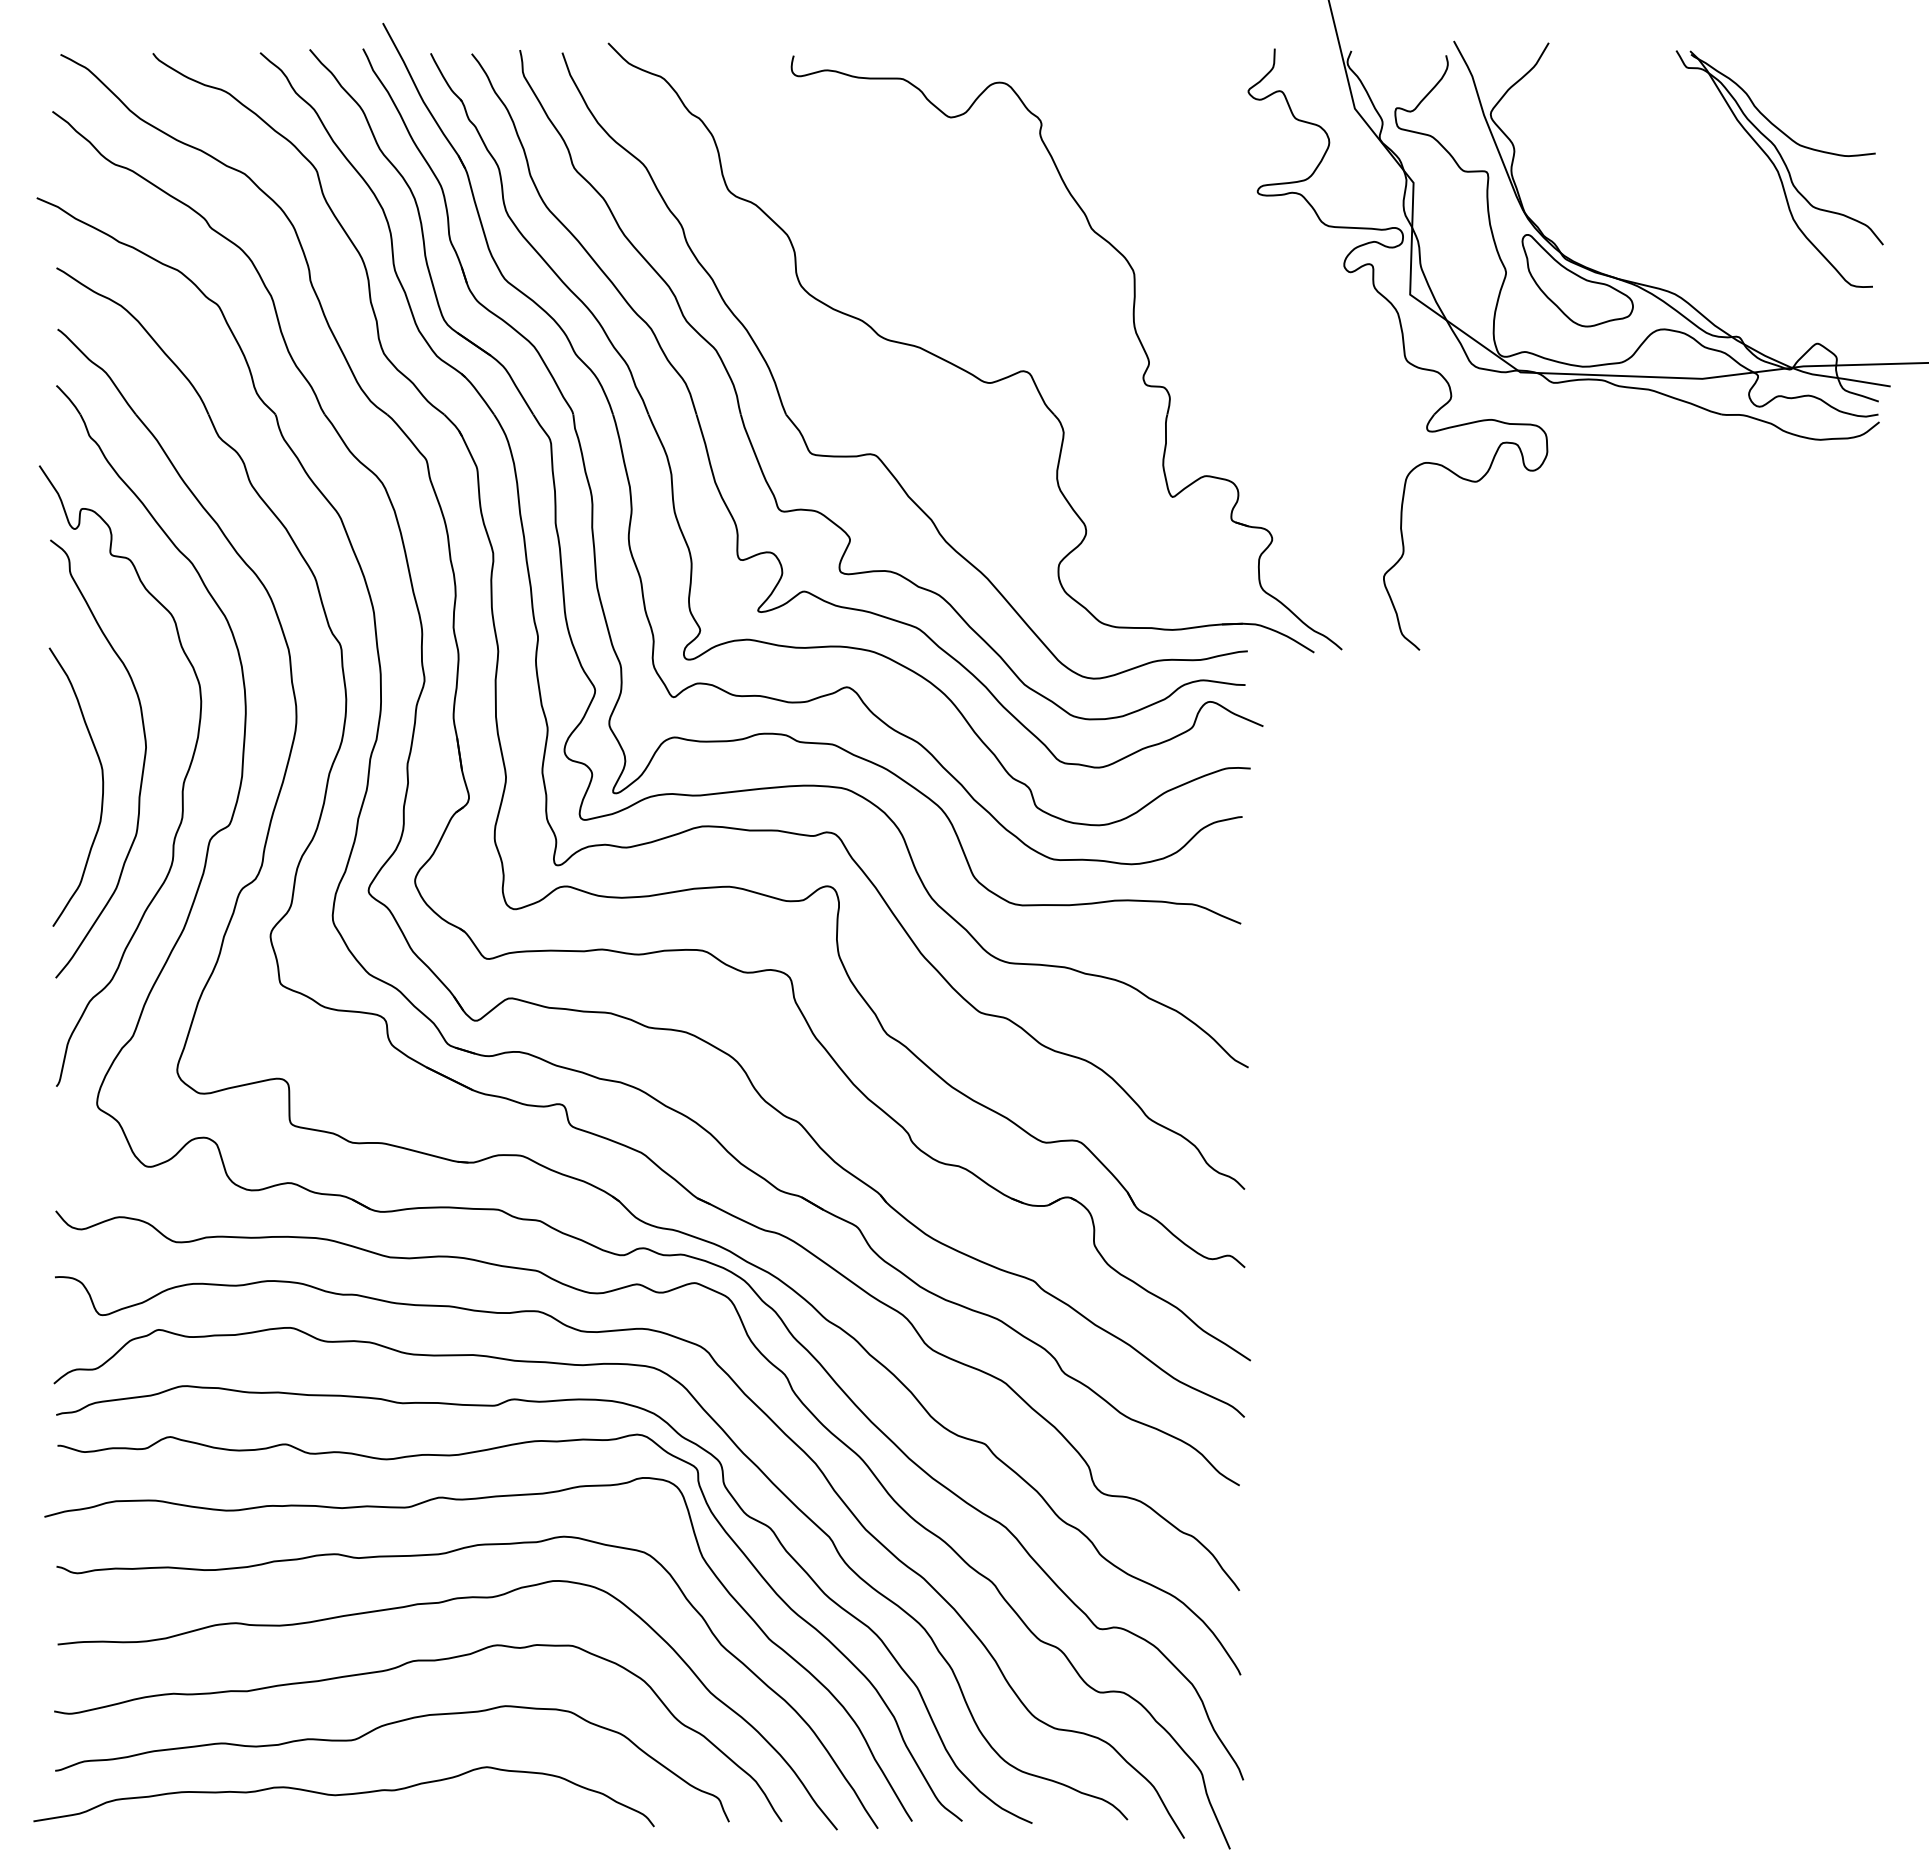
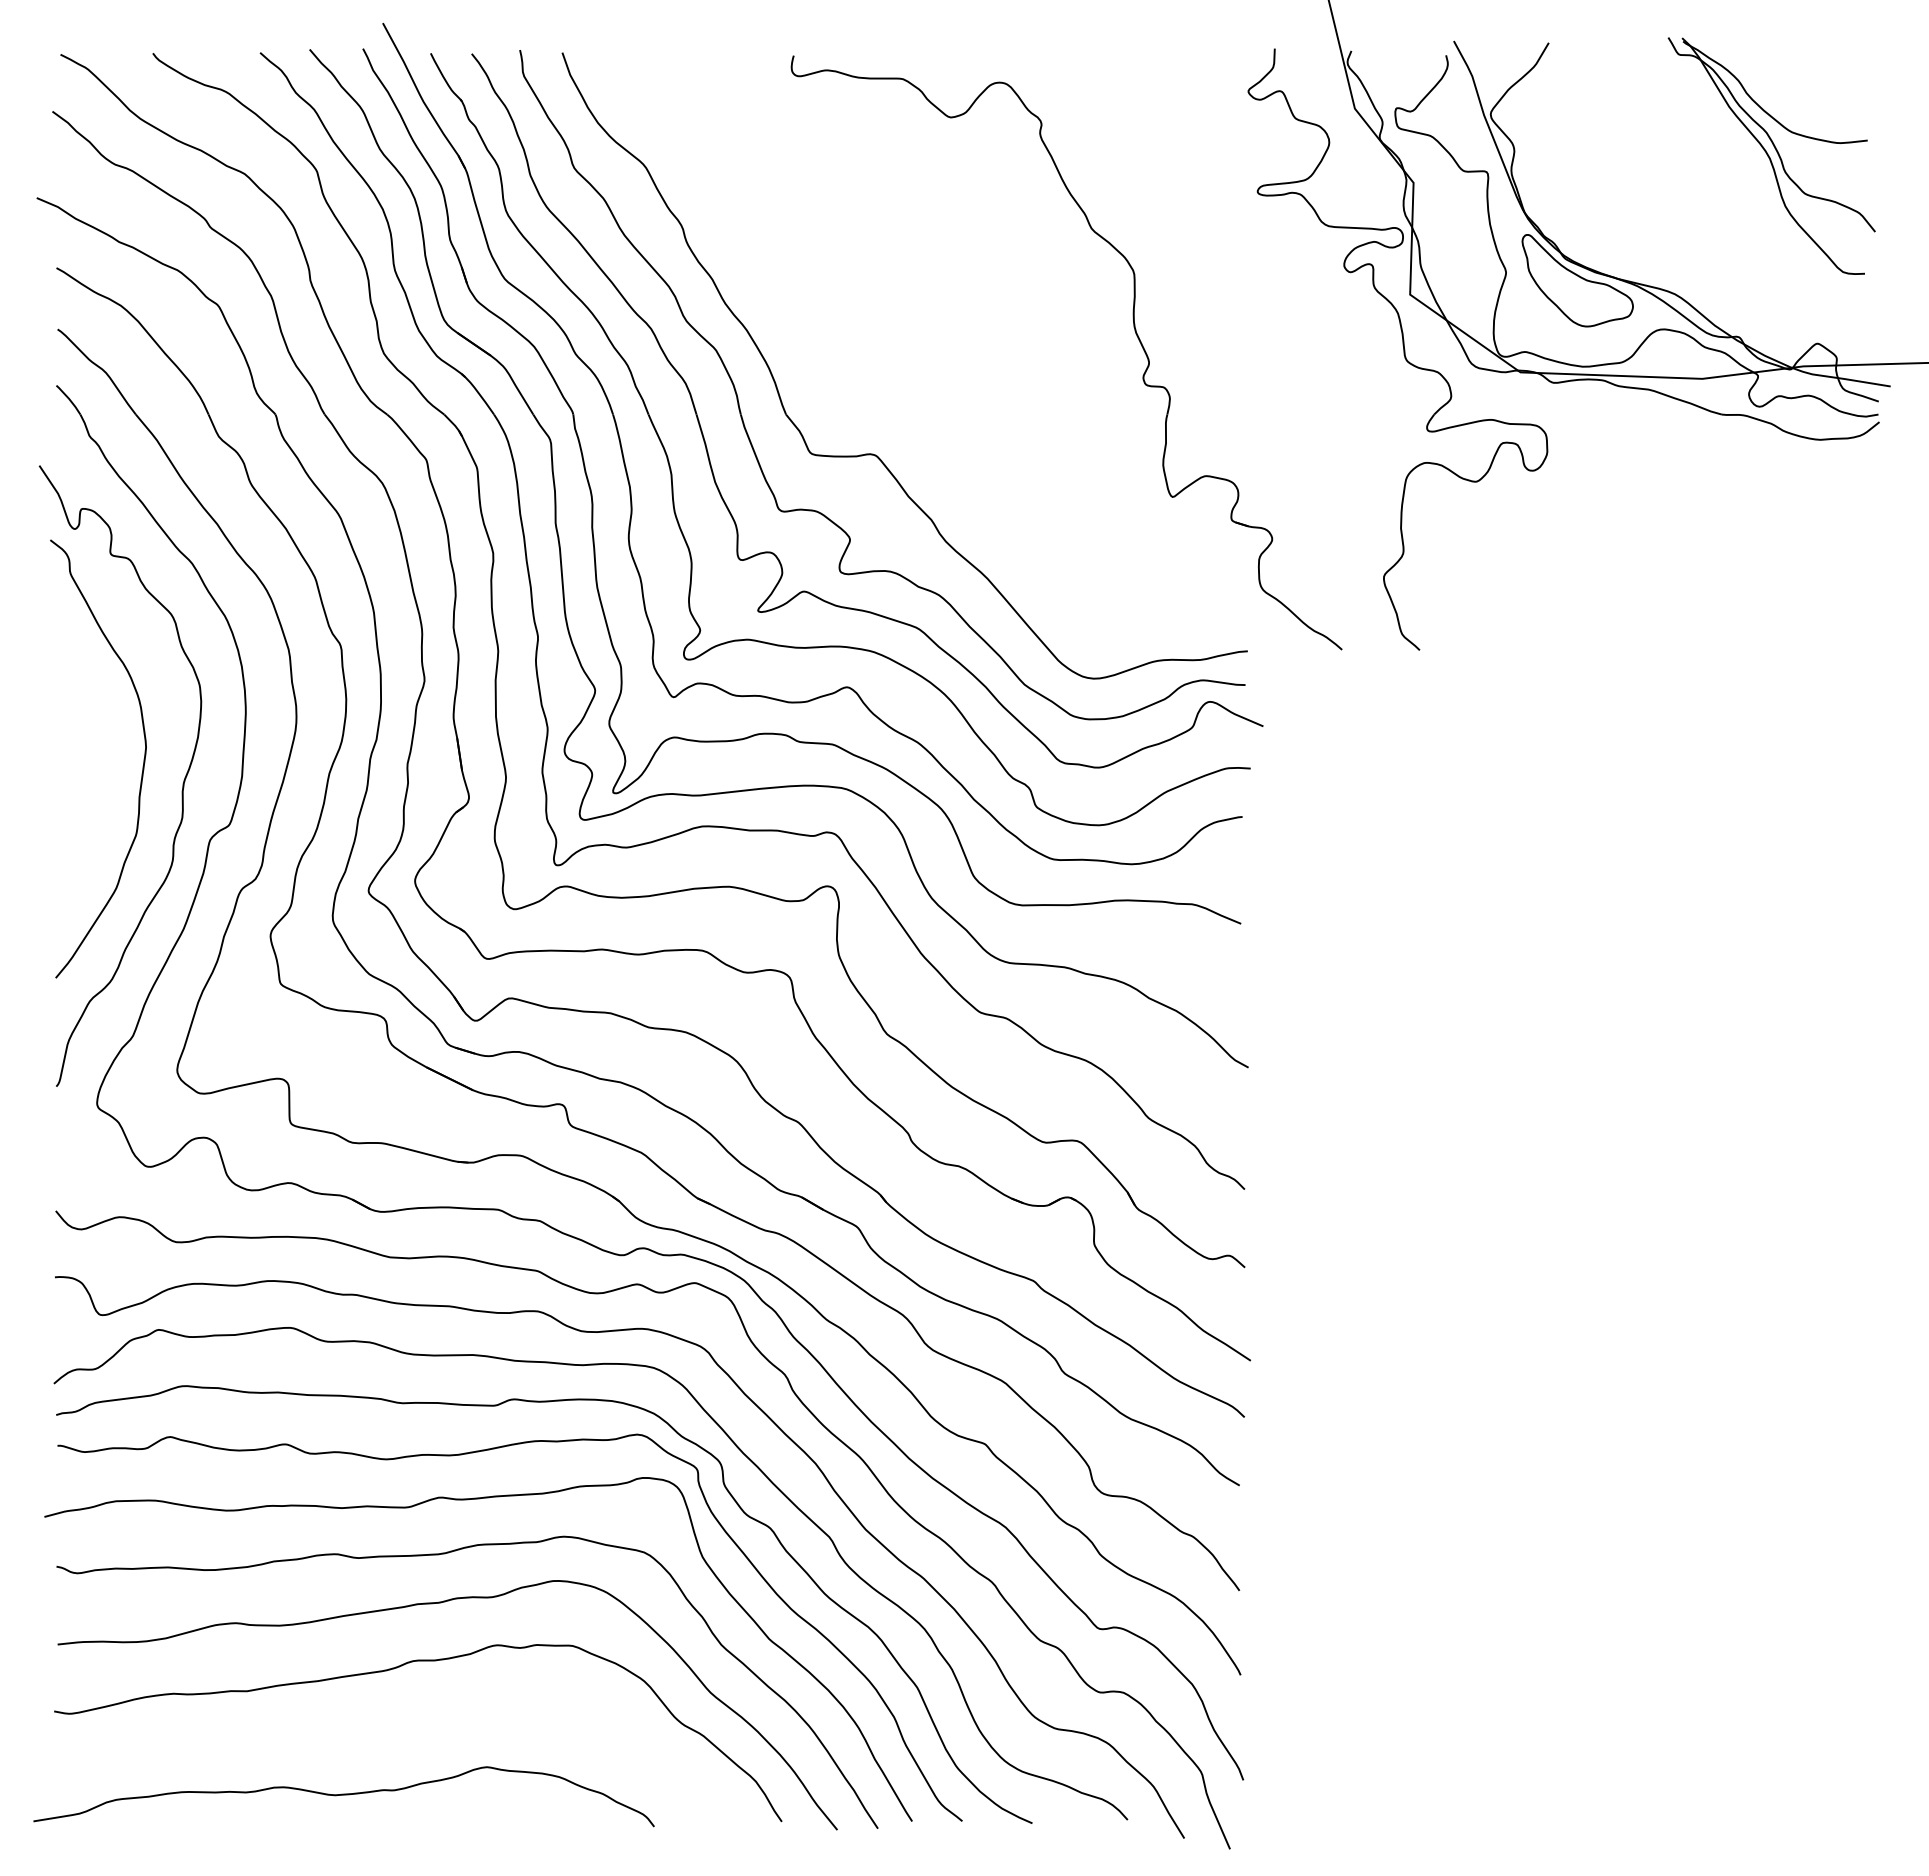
part at (1779, 168) position: (1779, 168) -> (1771, 155)
part at (953, 363): present -> none
curve at (102, 786): present -> none
curve at (373, 1731): present -> none
